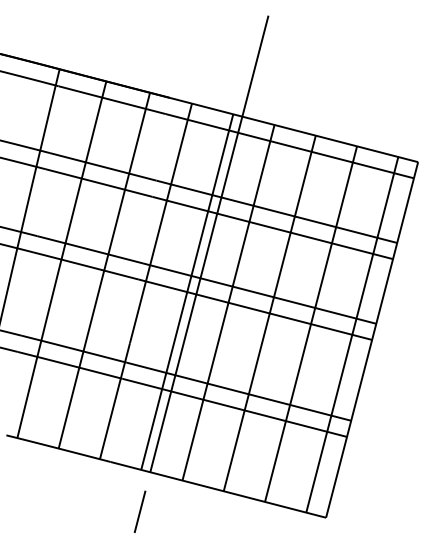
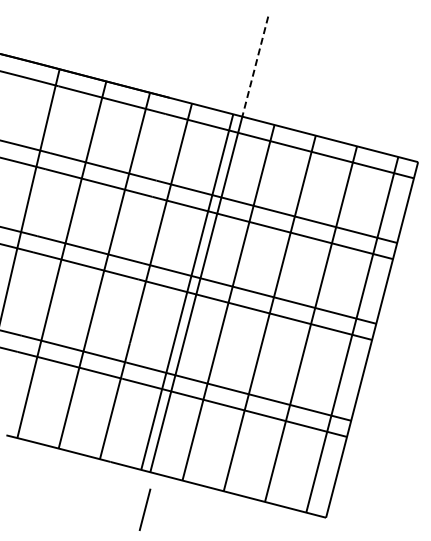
line at (255, 66): solid -> dashed
line at (139, 511) position: (139, 511) -> (144, 509)
